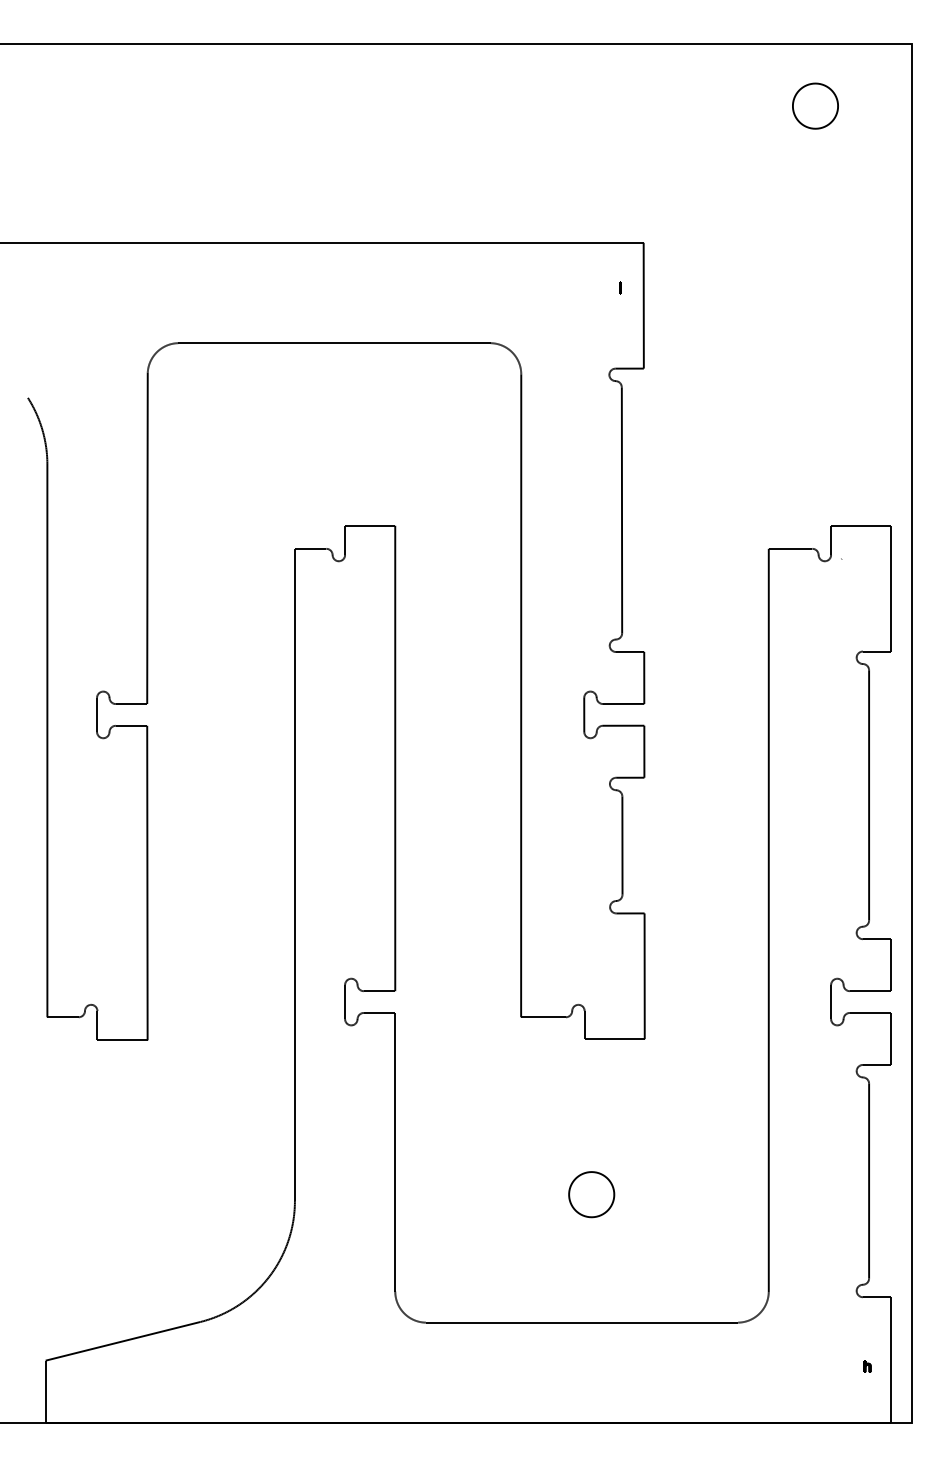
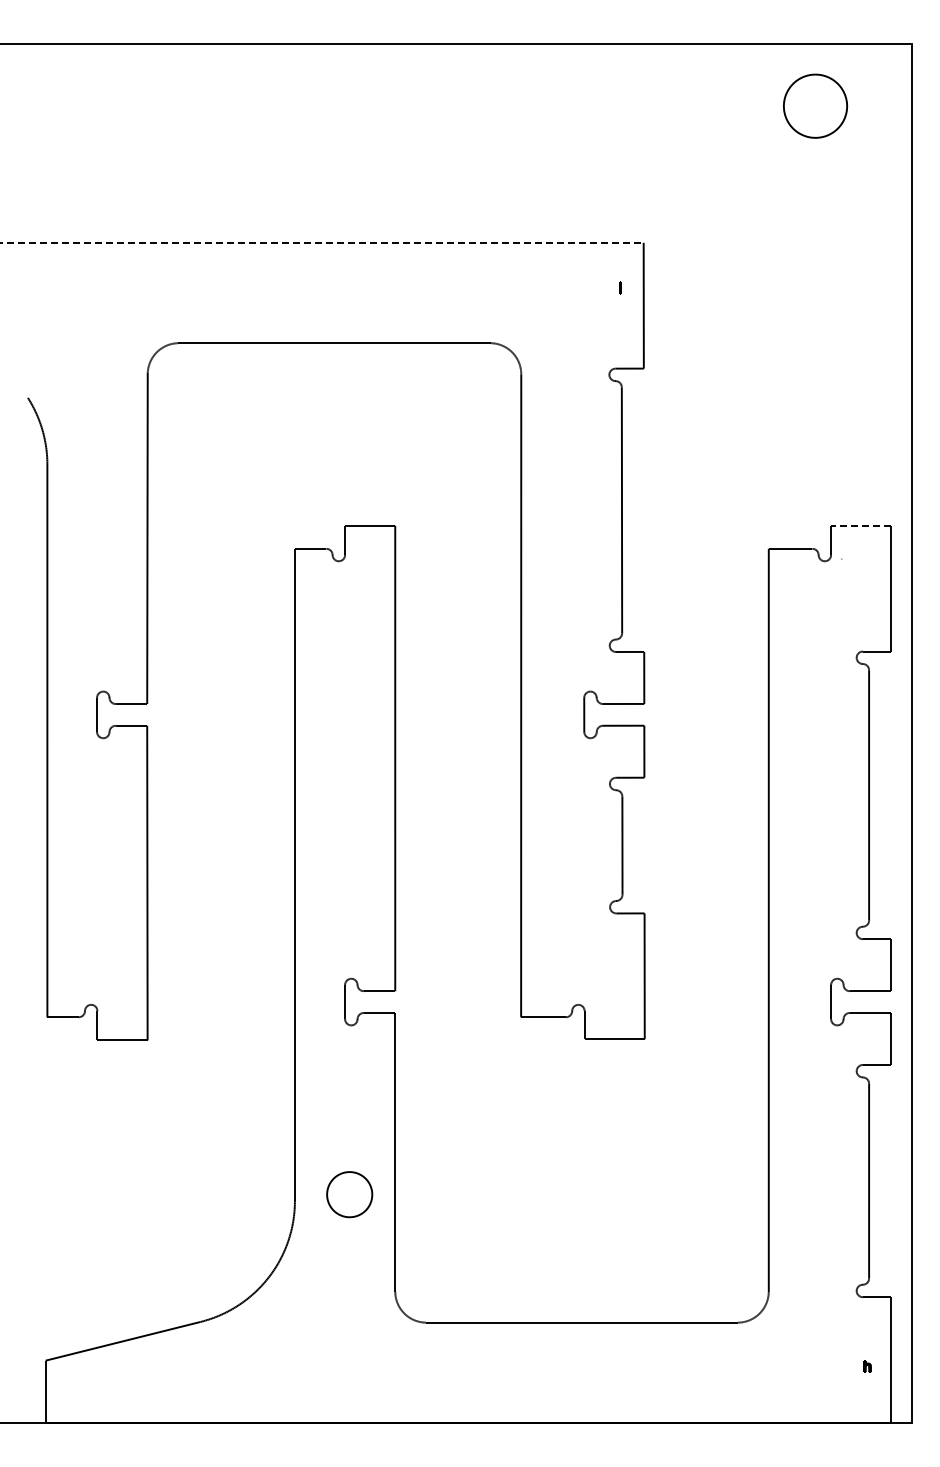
part at (815, 105) size: 47x48 px -> 66x66 px
line at (321, 242): solid -> dashed
line at (860, 525): solid -> dashed
part at (591, 1194) position: (591, 1194) -> (349, 1194)
